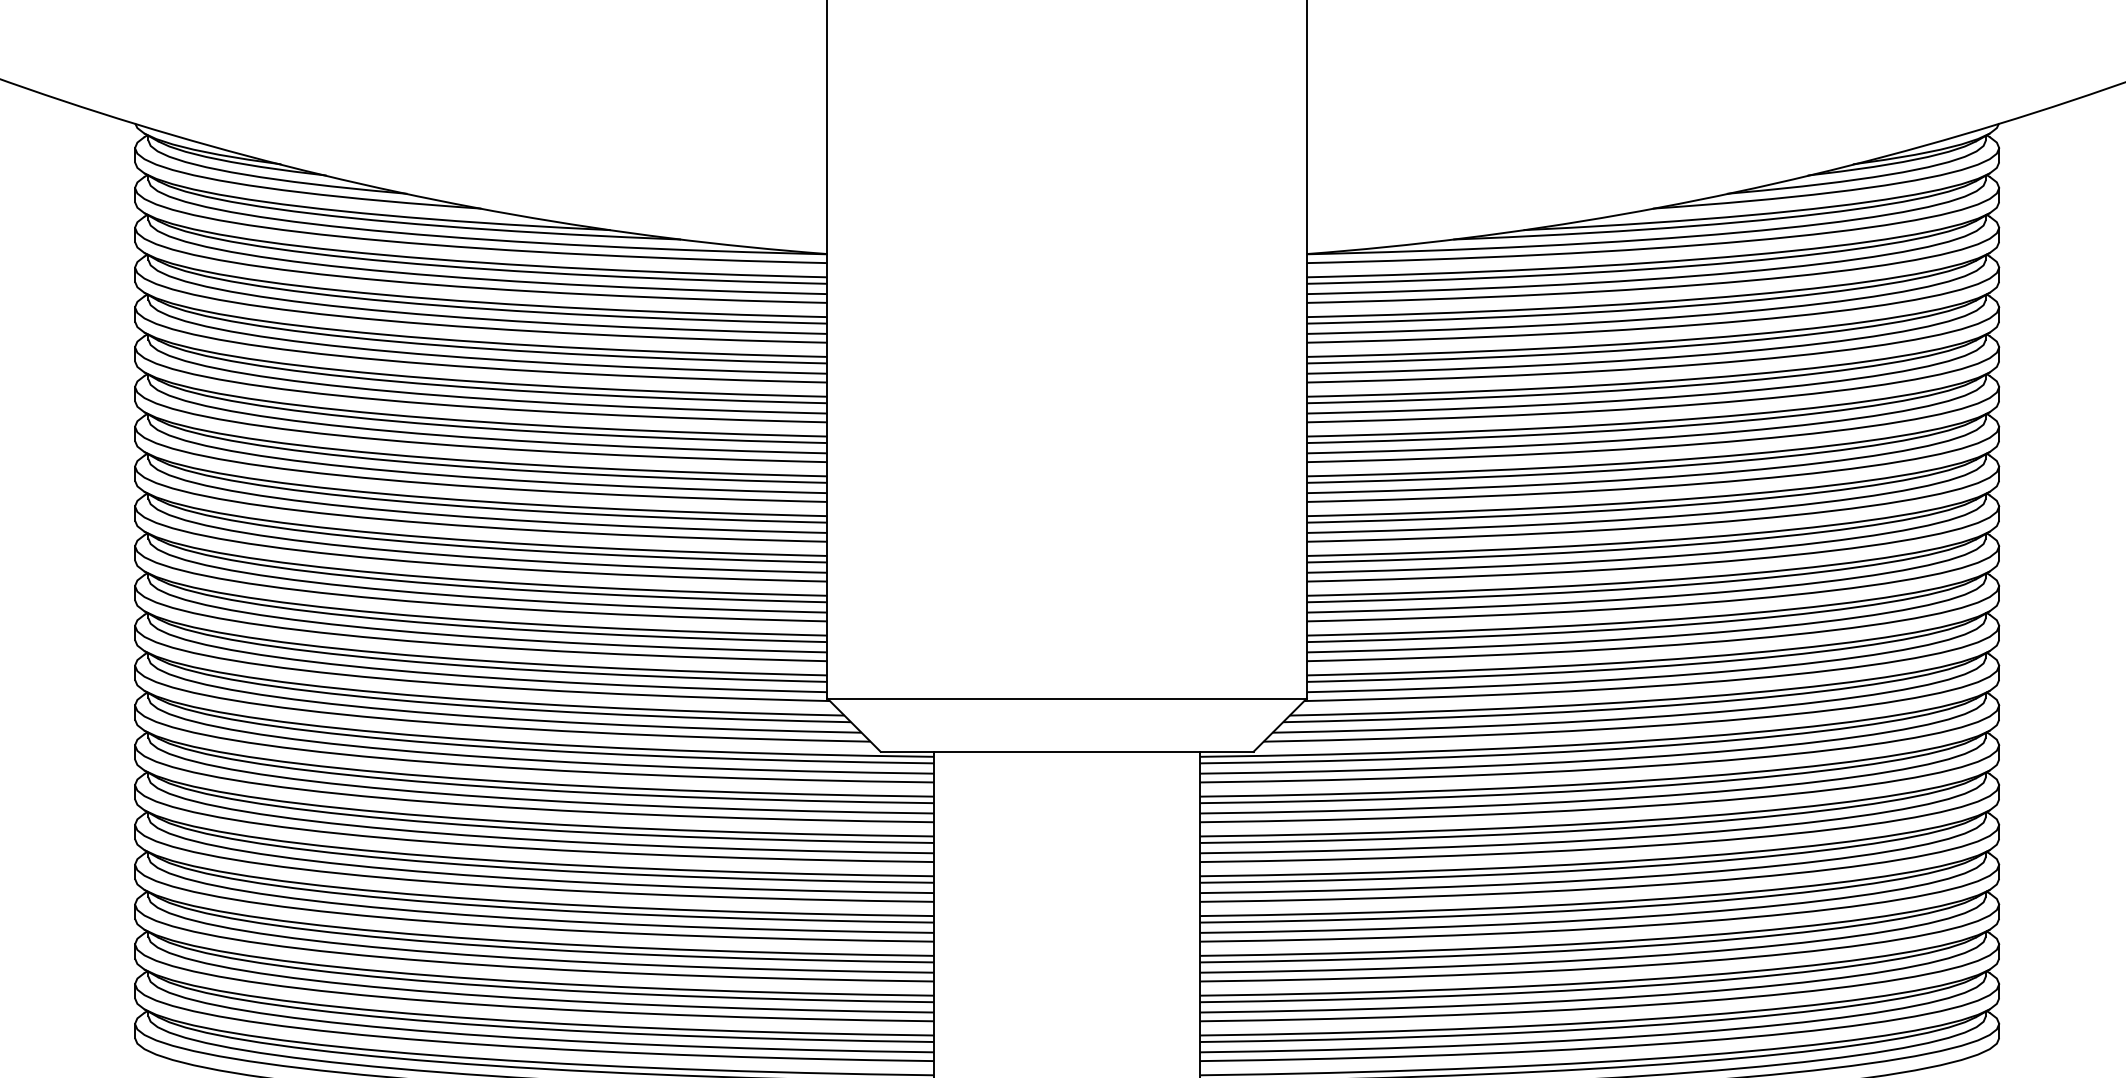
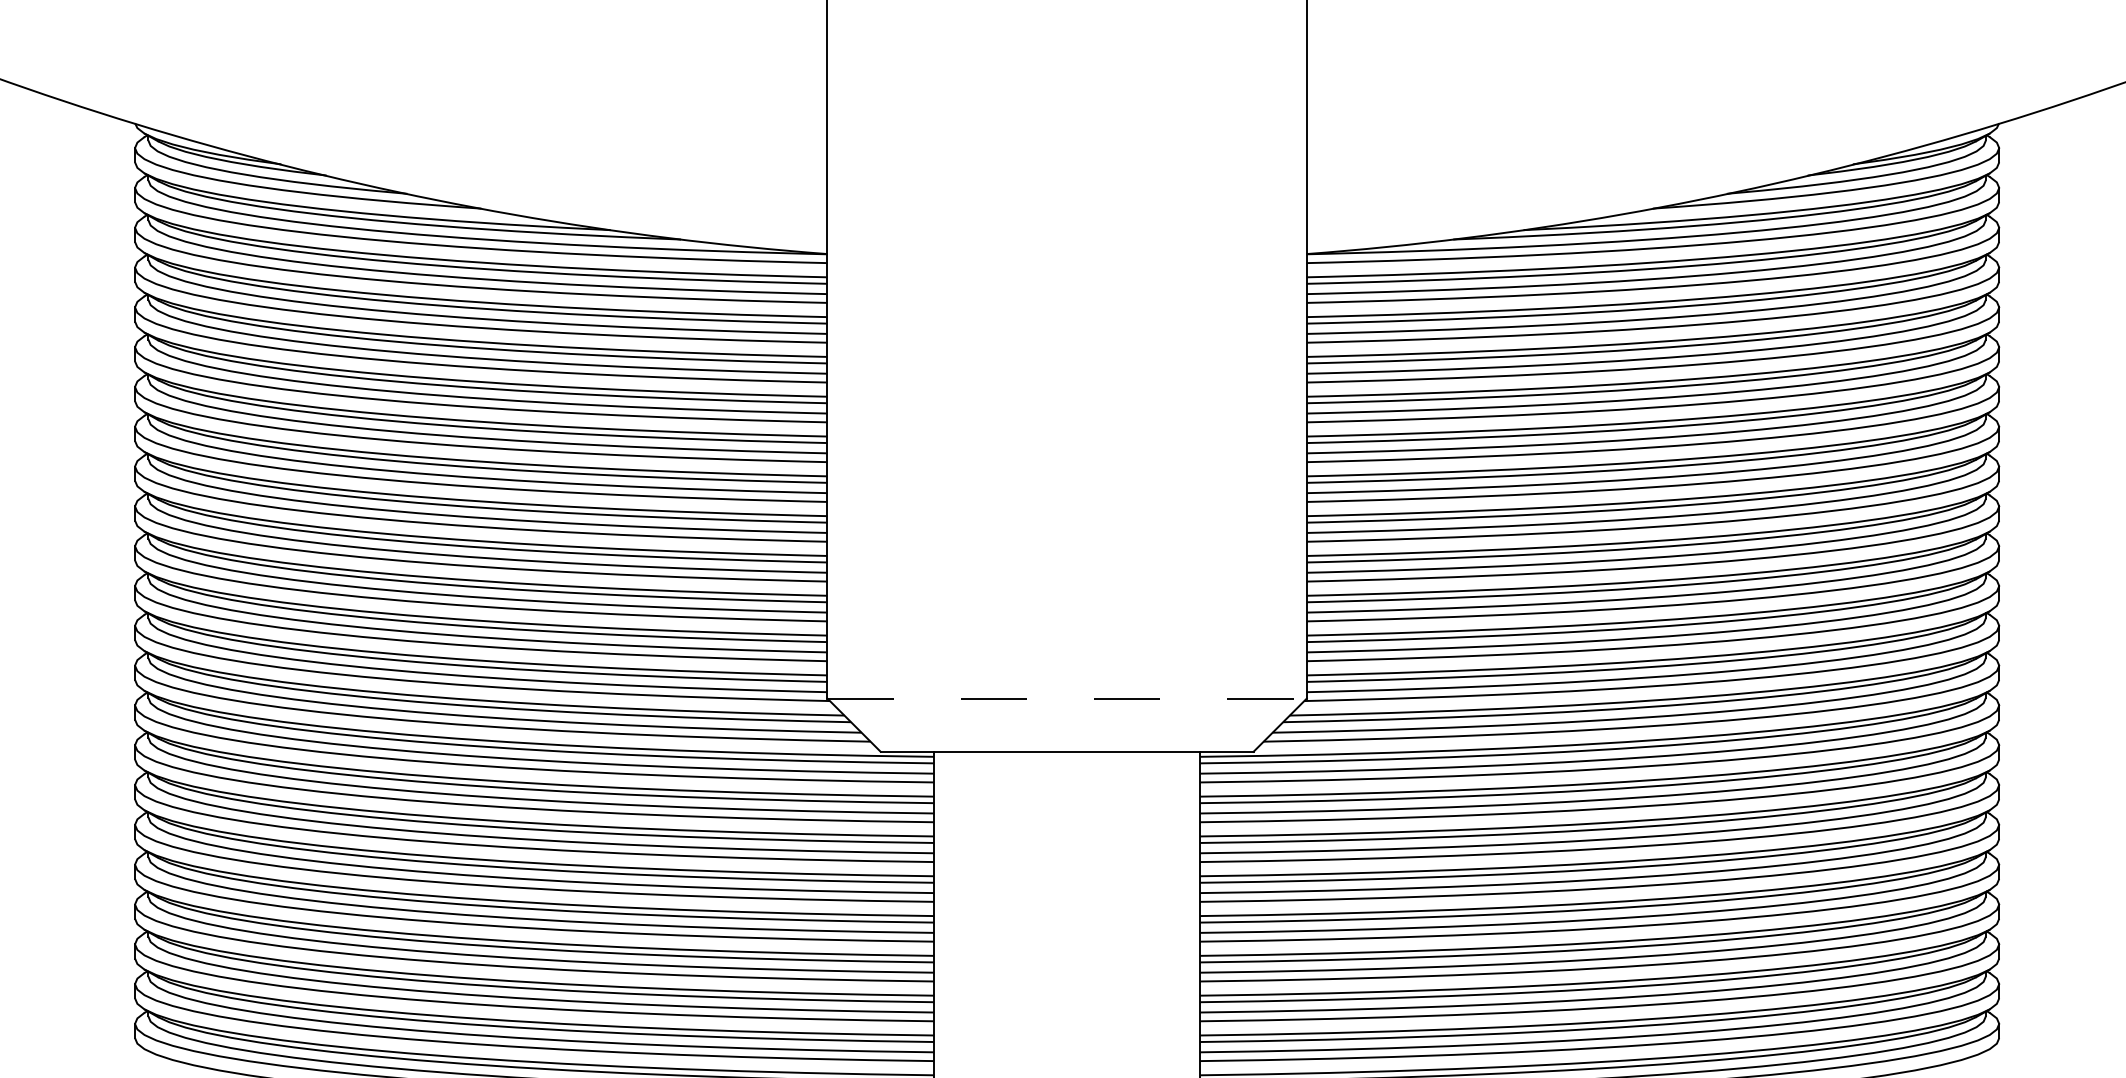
line at (1067, 698): solid -> dashed
